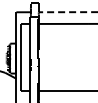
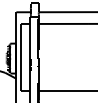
line at (67, 12): dashed -> solid
